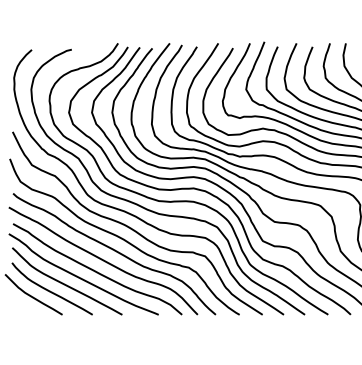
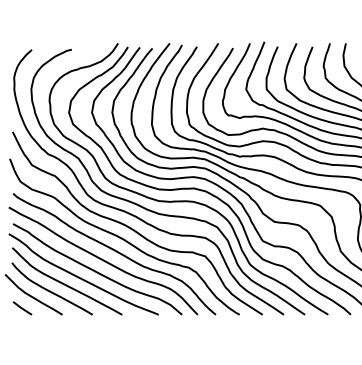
line at (22, 308): none -> present
